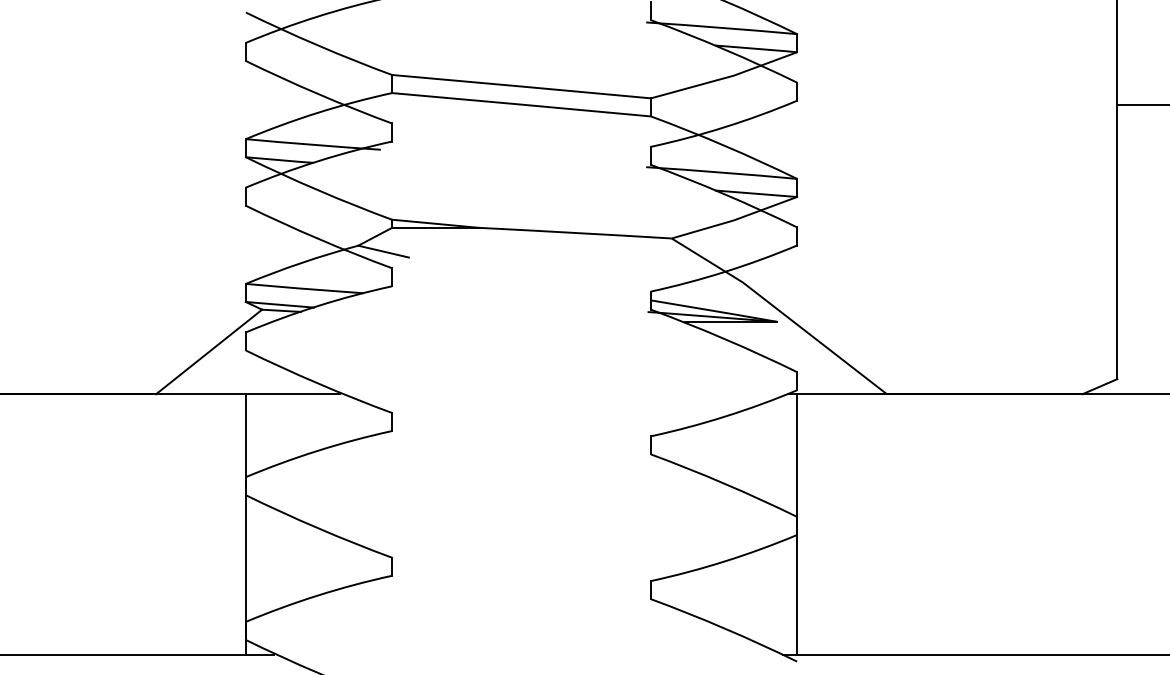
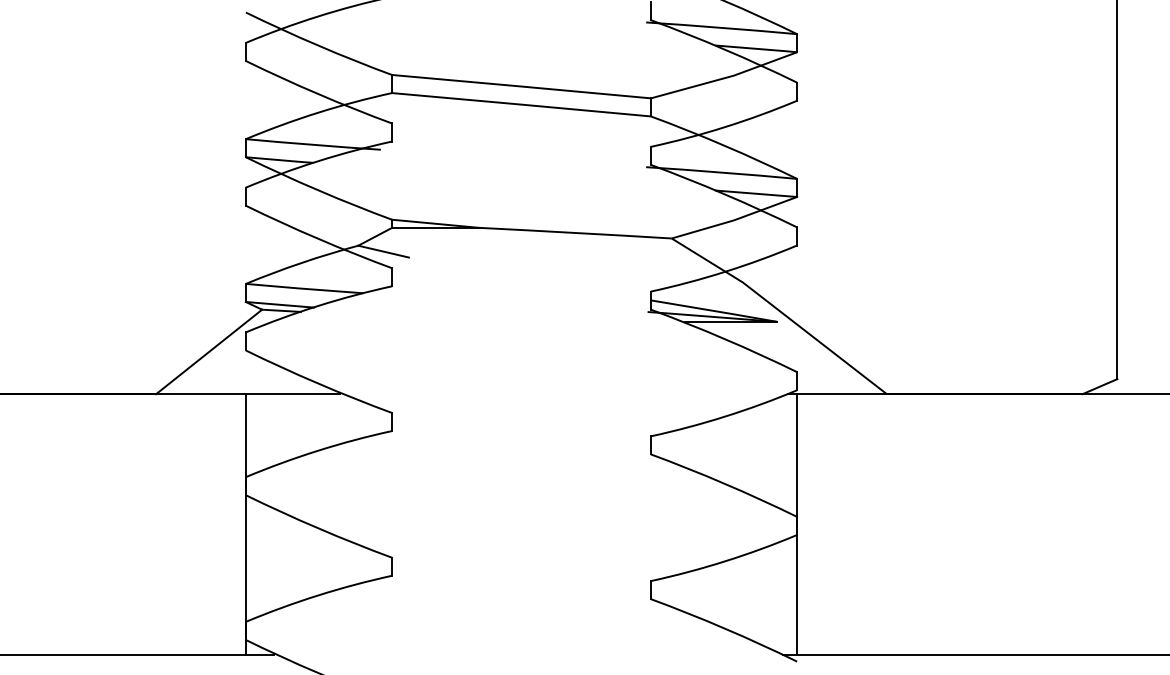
line at (1141, 104): present -> none
